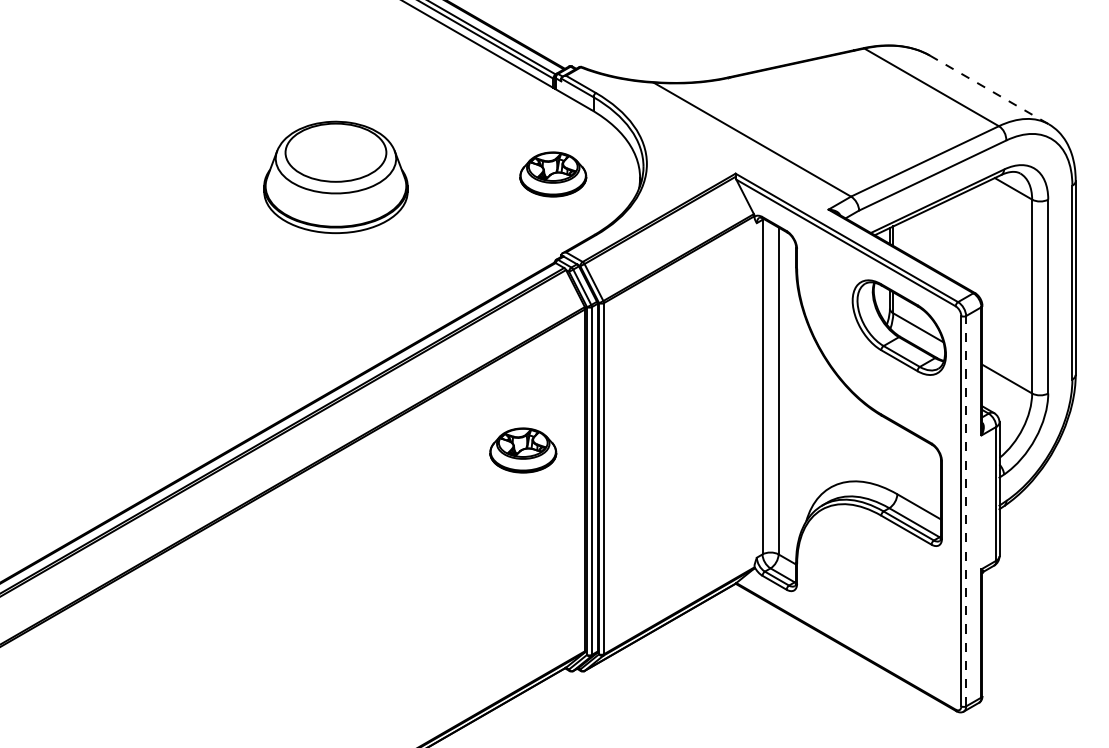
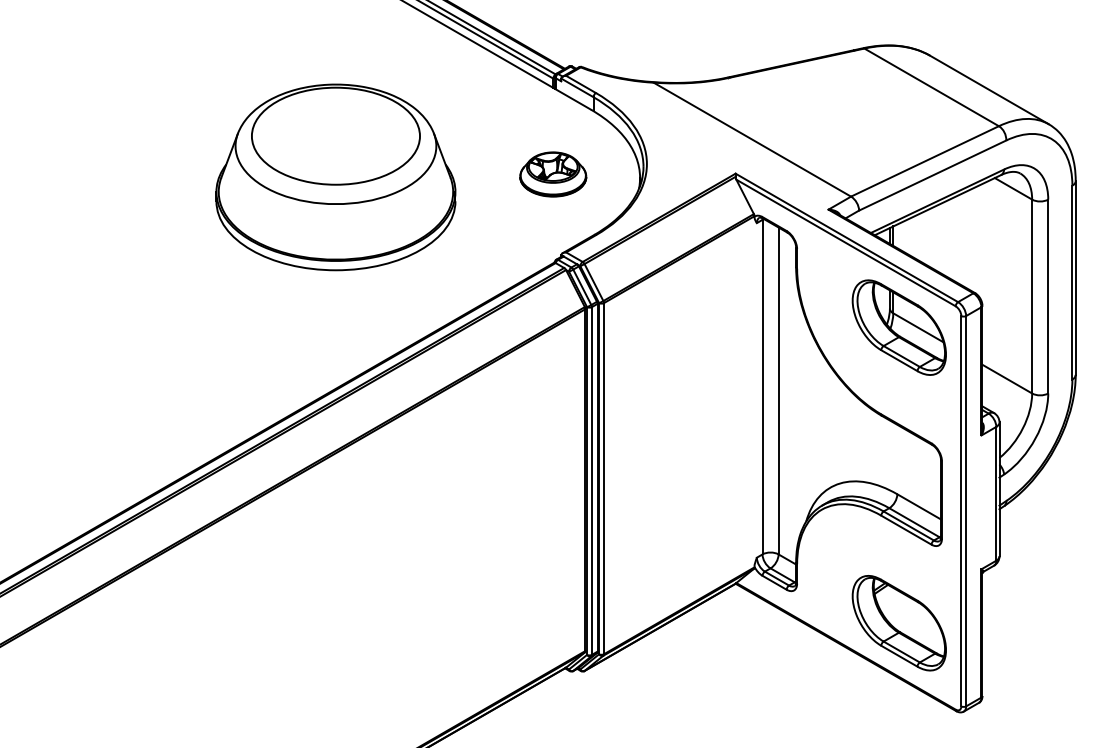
line at (989, 89): dashed -> solid
part at (335, 177) size: 146x115 px -> 242x189 px
part at (523, 450): present -> none
line at (966, 510): dashed -> solid
part at (898, 623): none -> present
